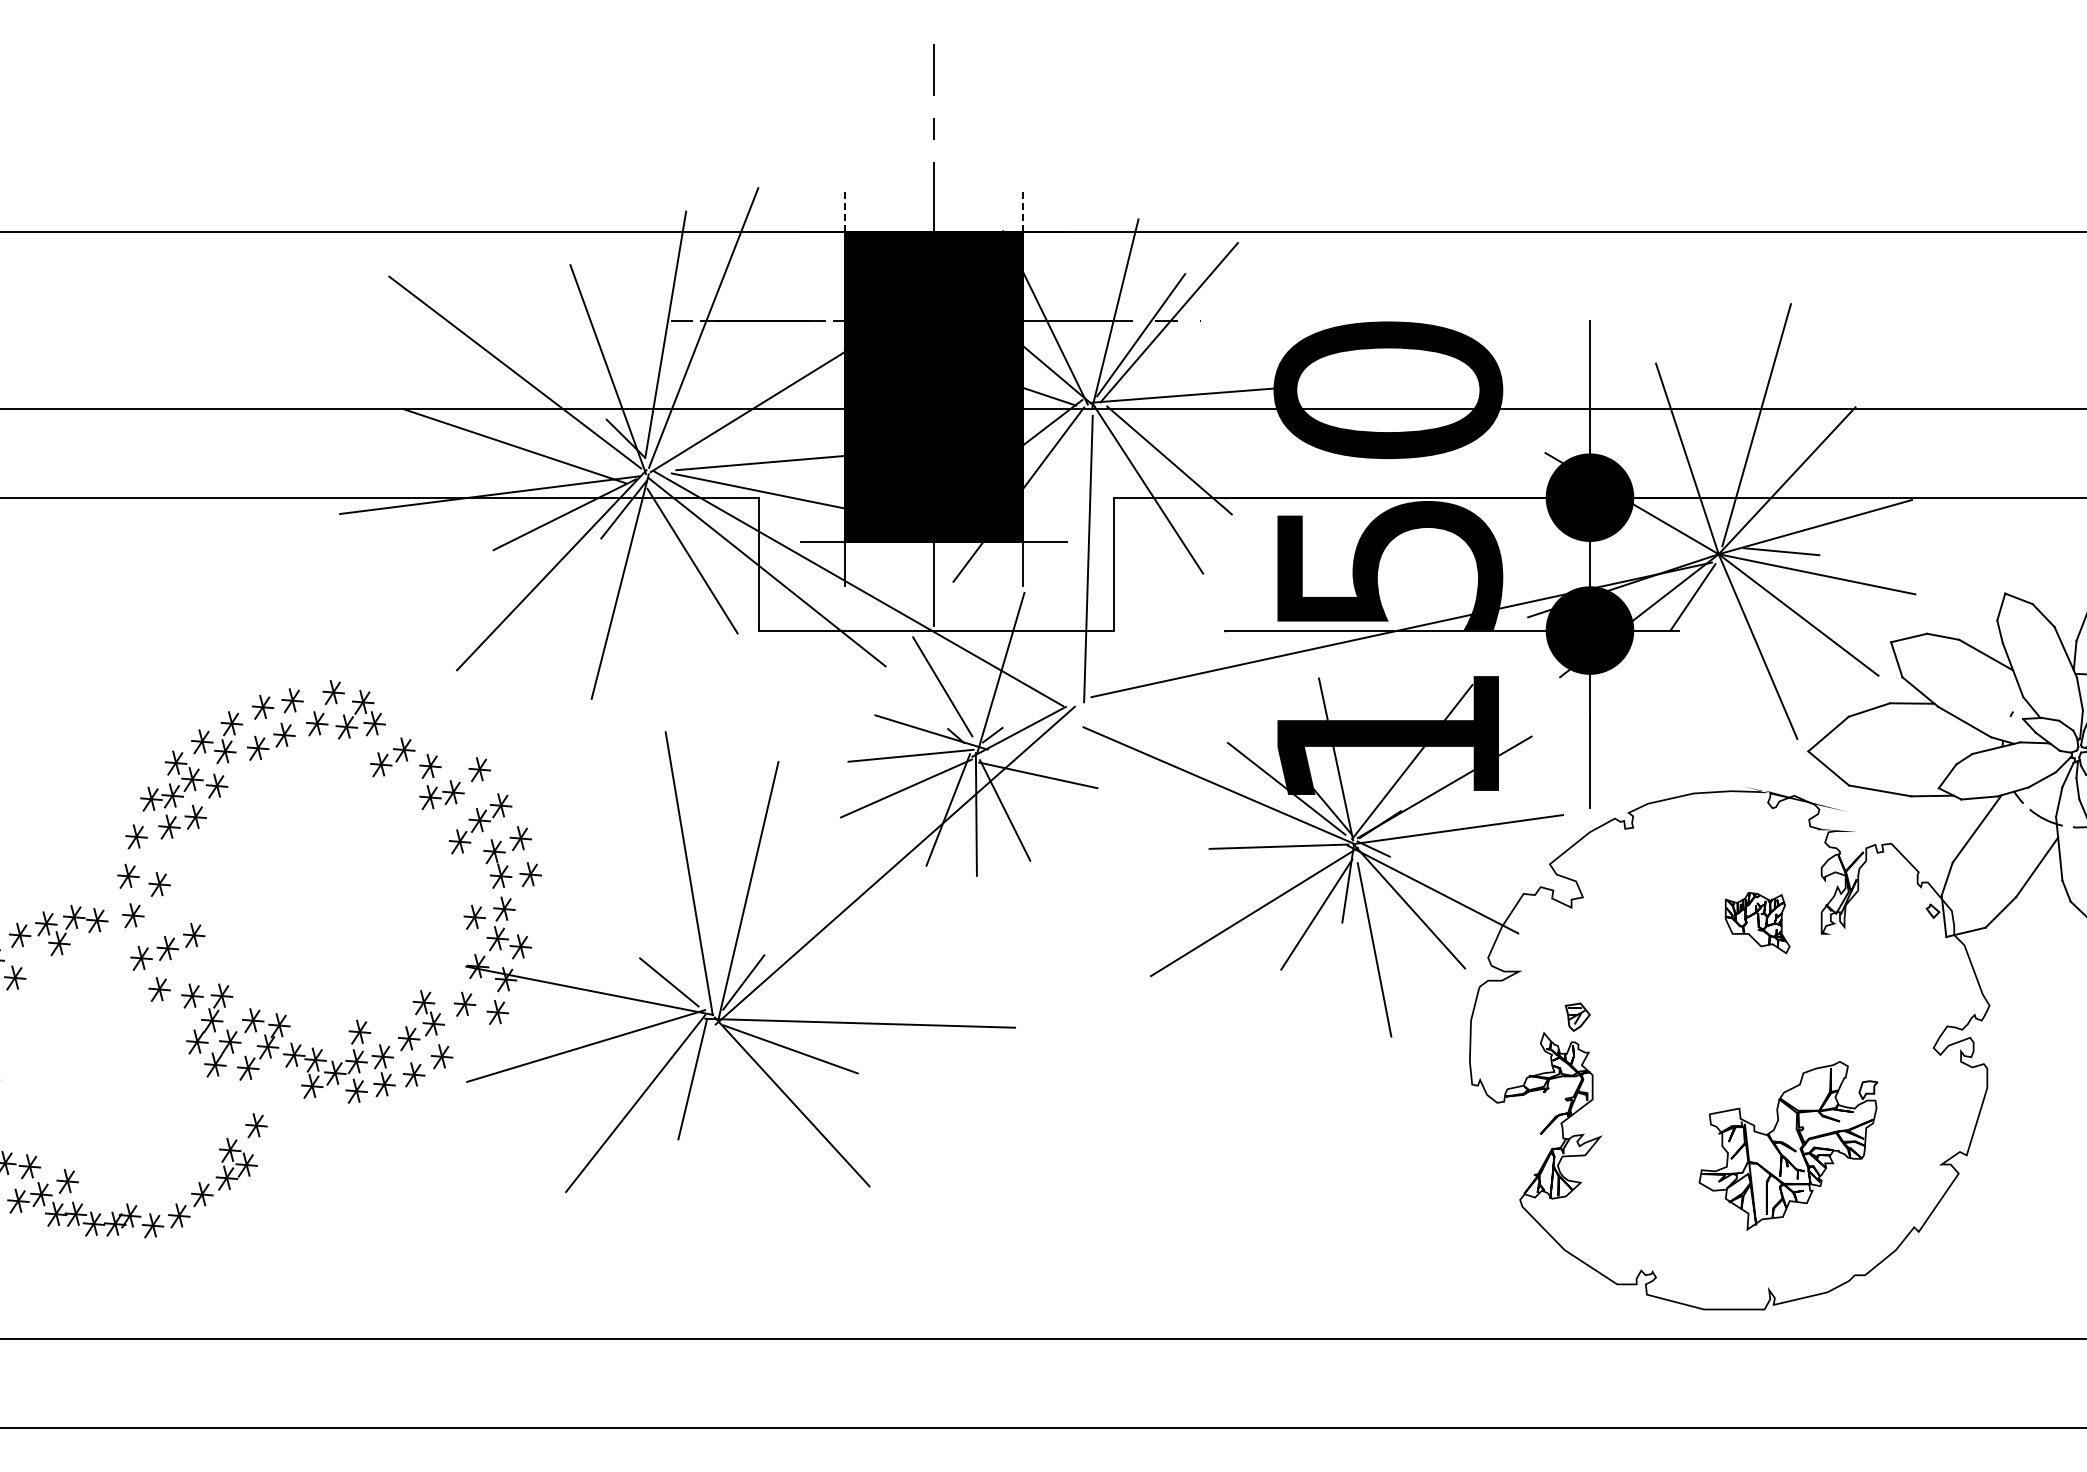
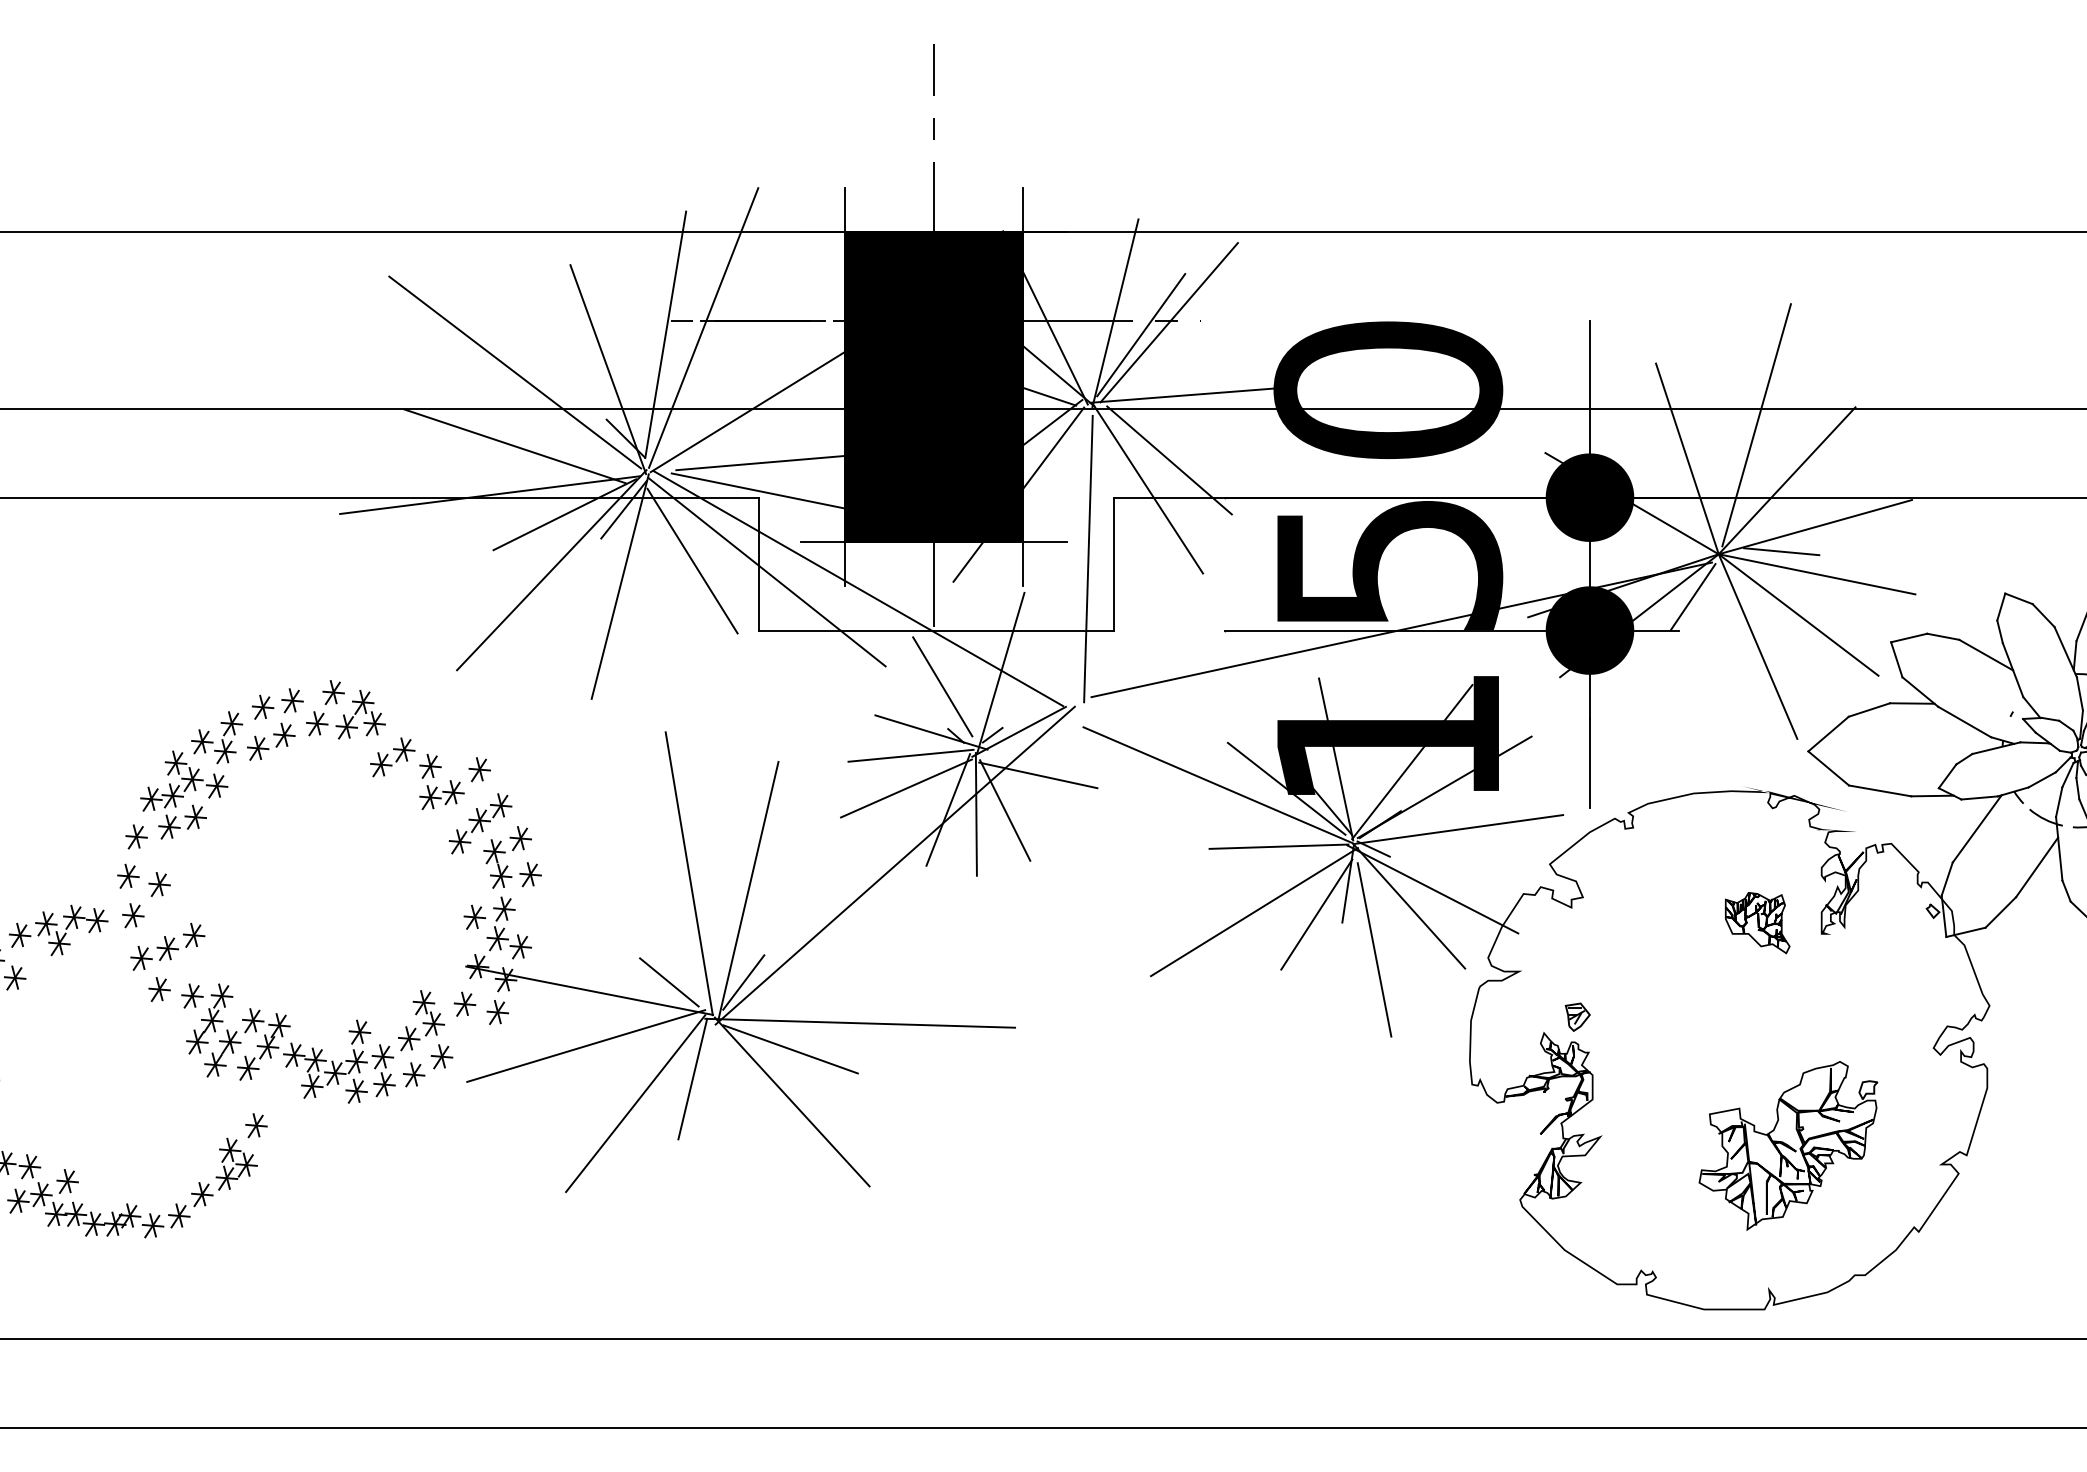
line at (845, 209): dashed -> solid
line at (1022, 209): dashed -> solid
